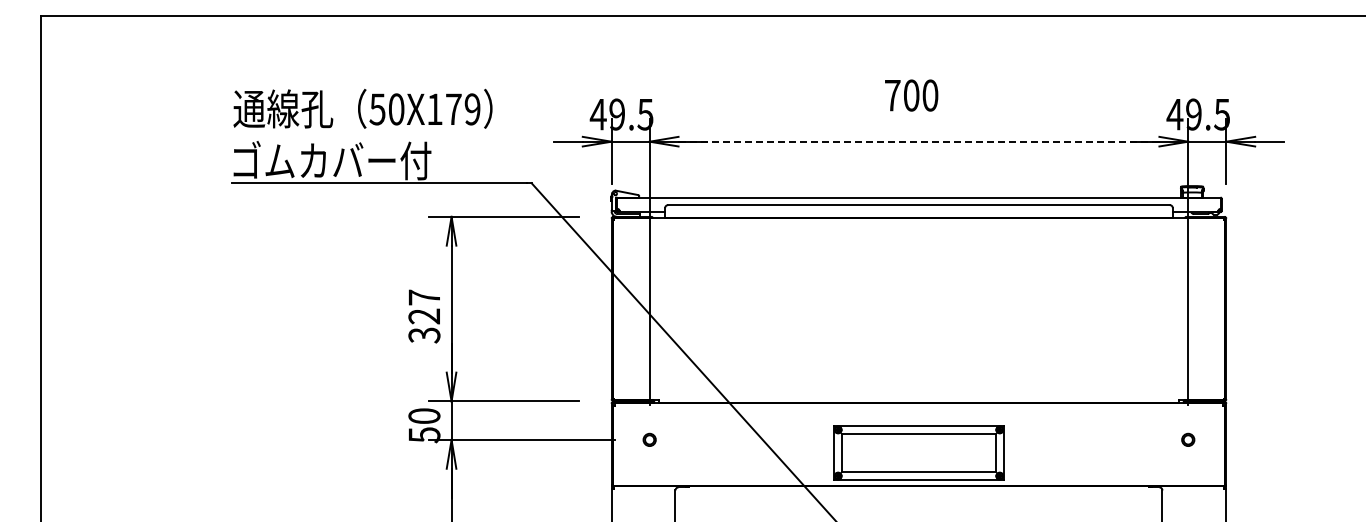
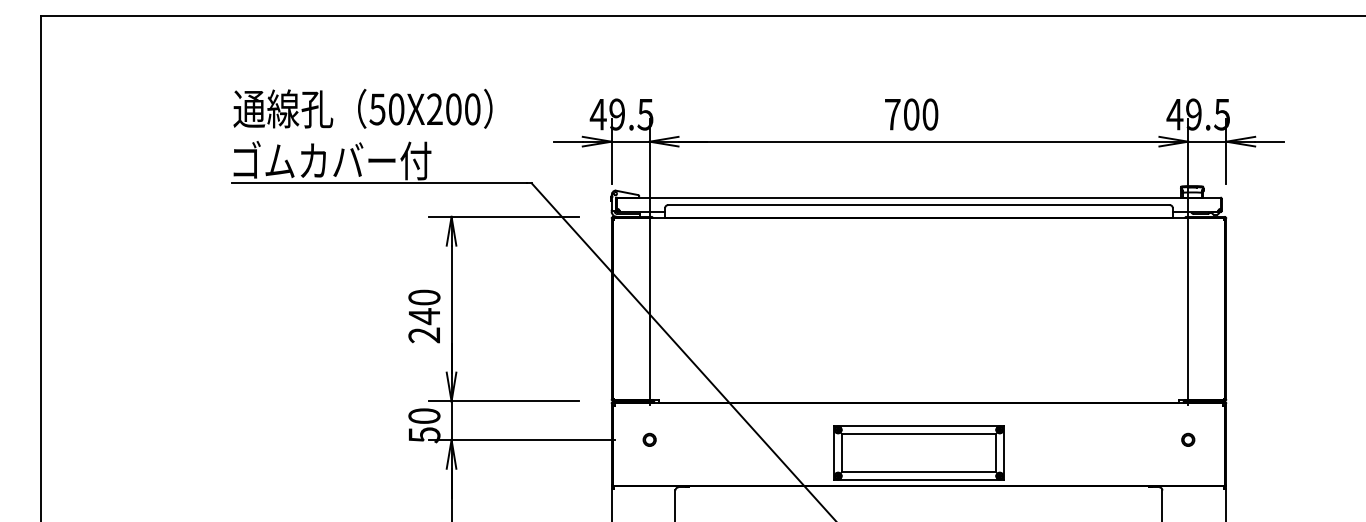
text at (911, 95) position: (911, 95) -> (911, 114)
text at (453, 109): 50X179 -> 50X200
line at (919, 141): dashed -> solid
text at (424, 316): 327 -> 240
